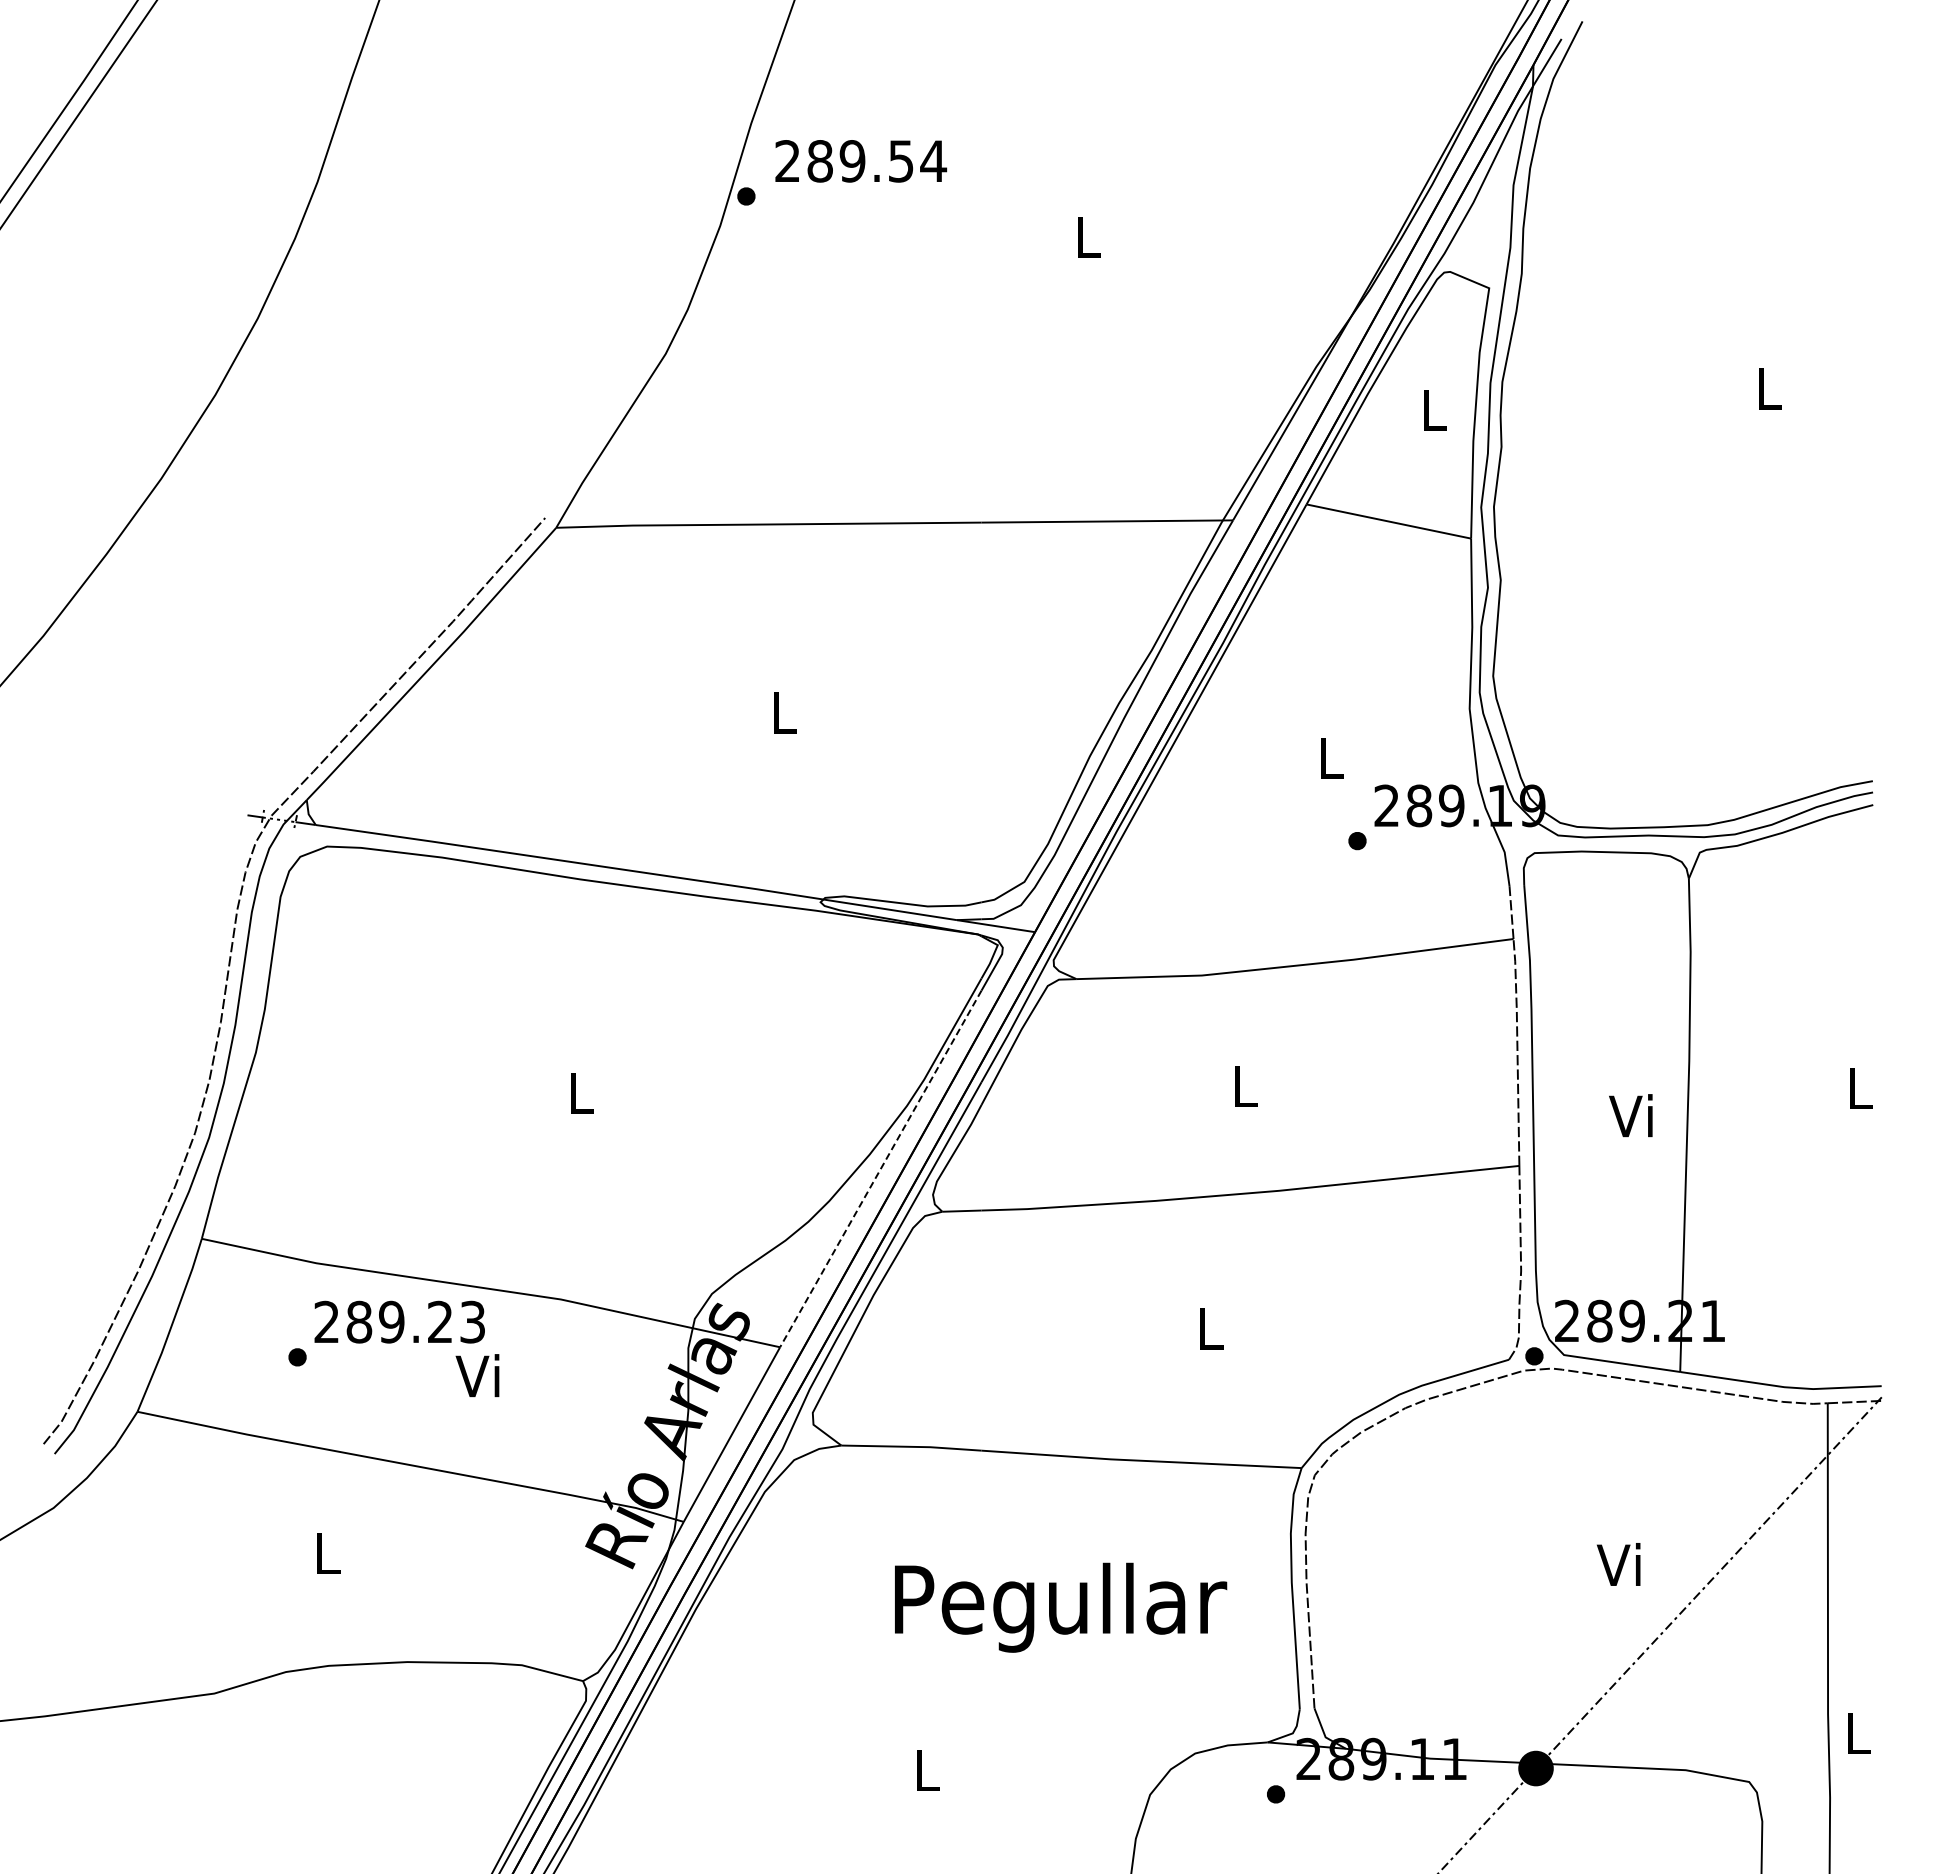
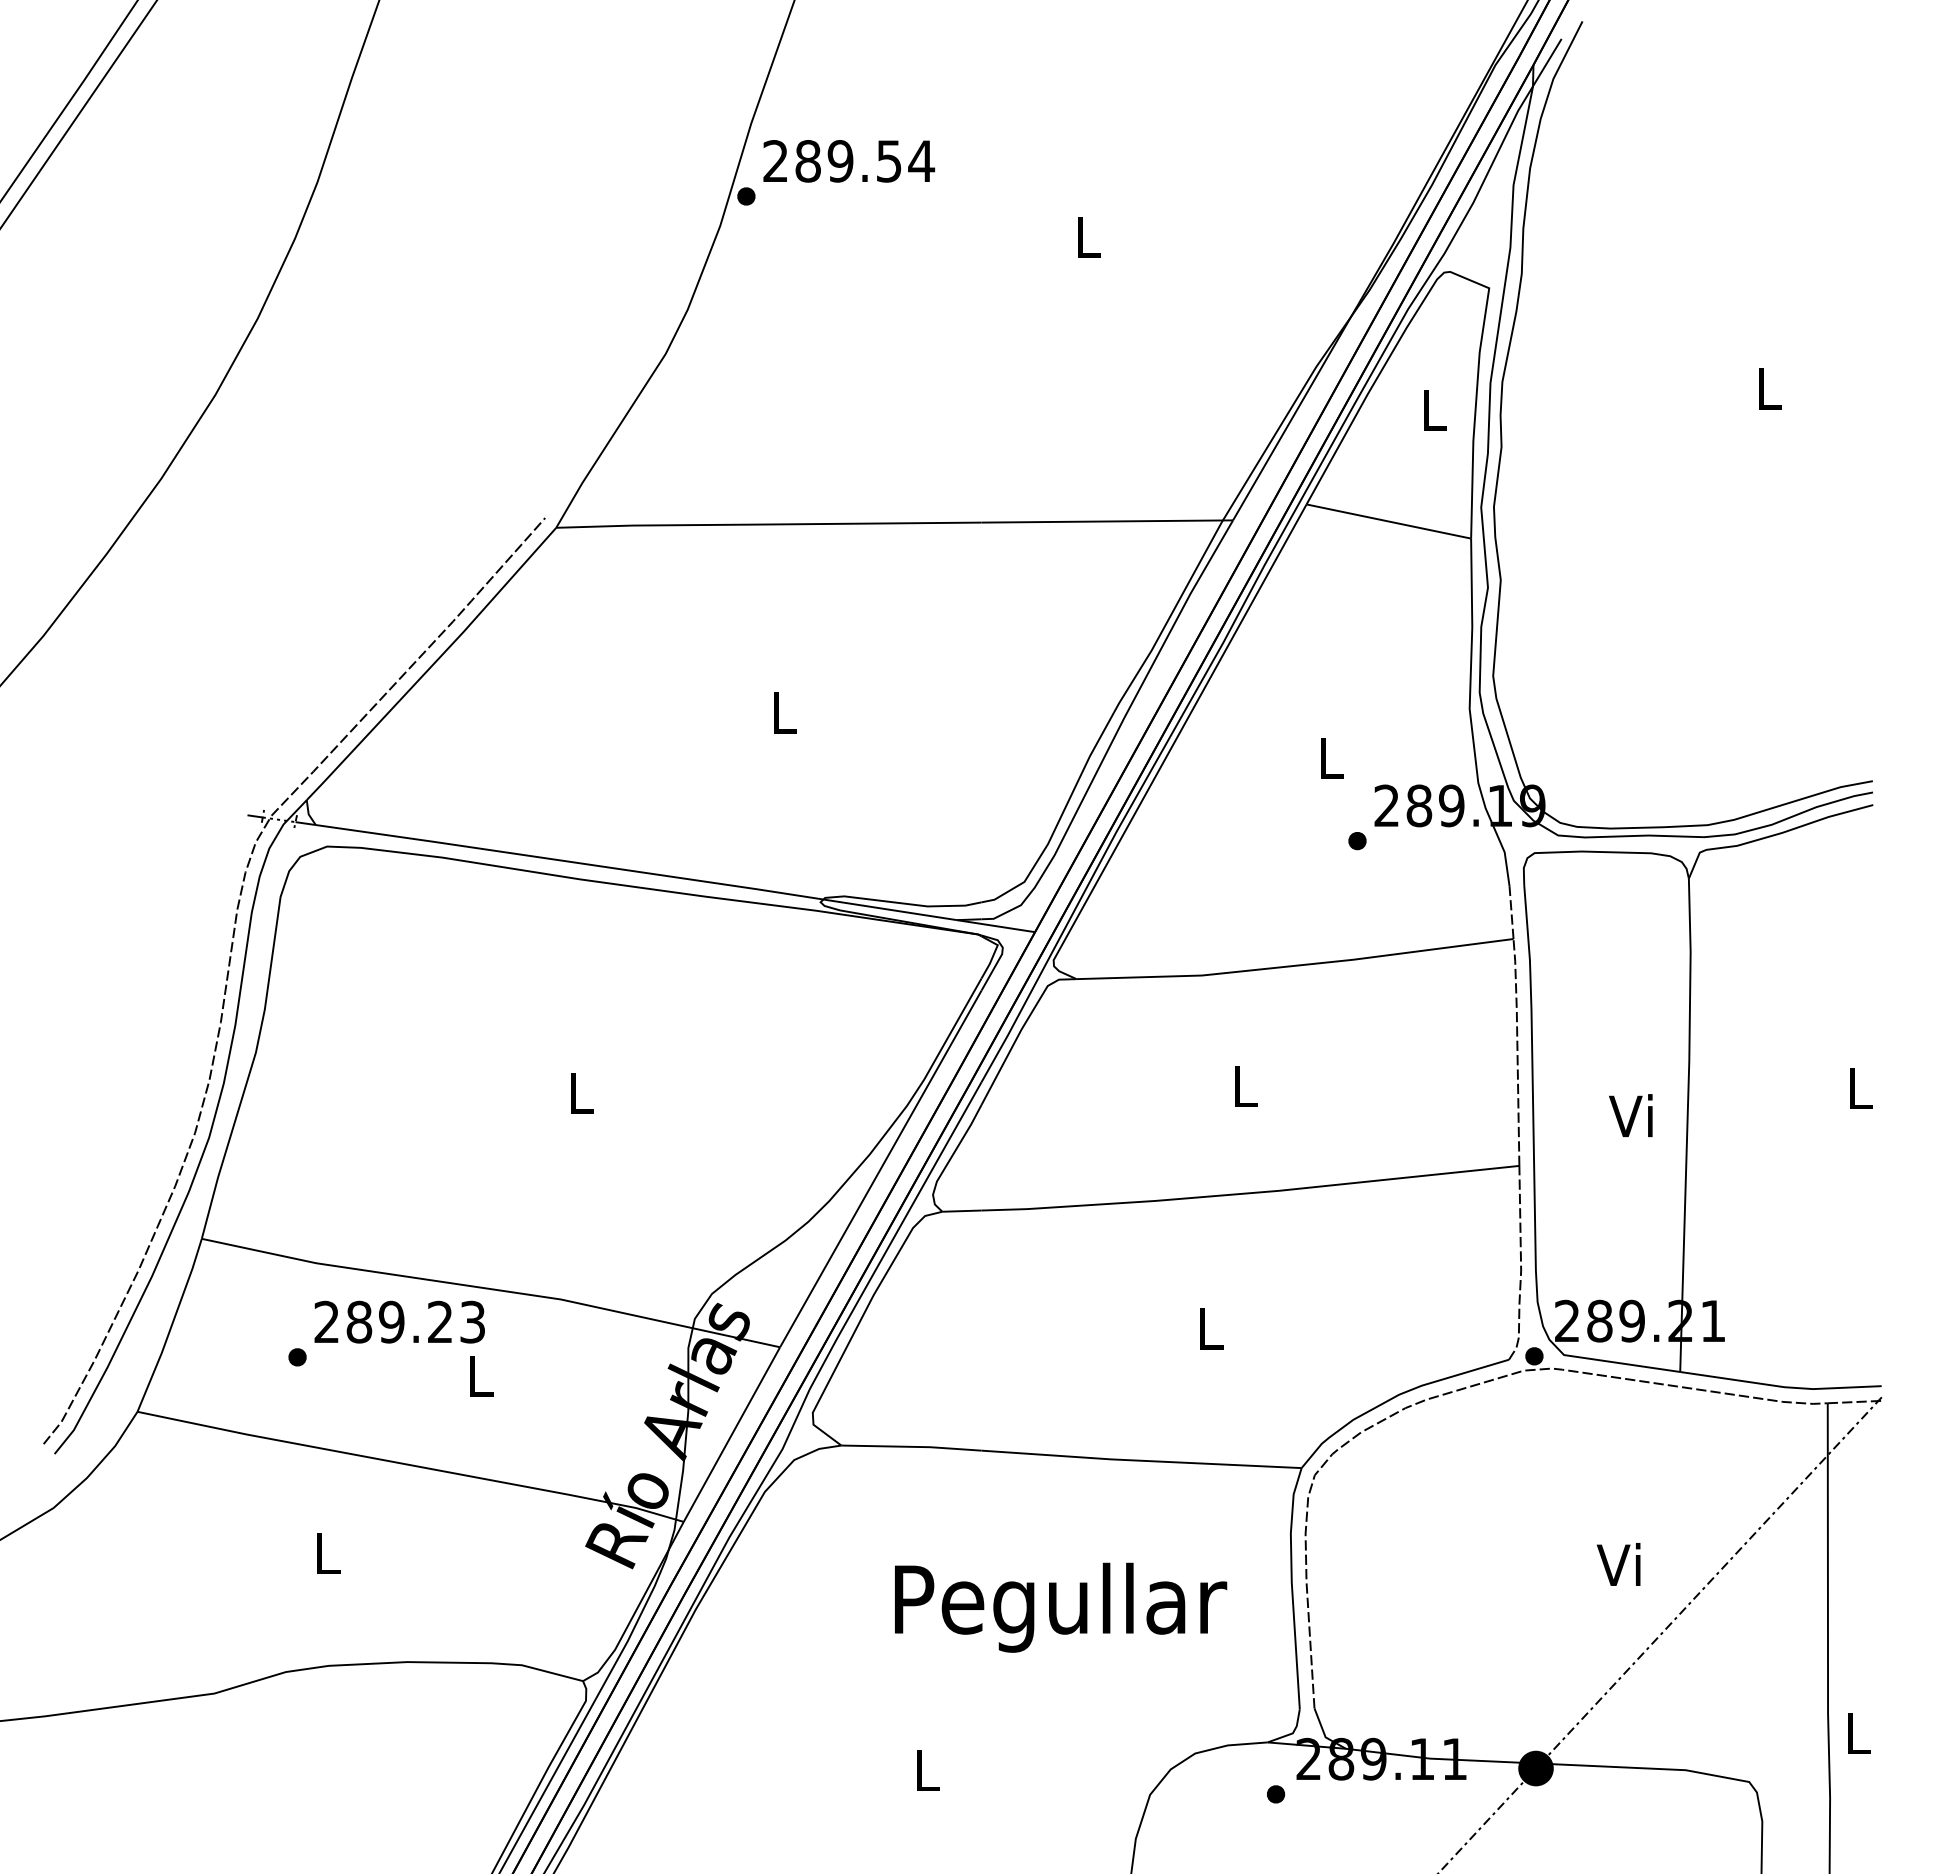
text at (861, 161) position: (861, 161) -> (849, 161)
line at (880, 1168): dashed -> solid
text at (477, 1375): Vi -> L
